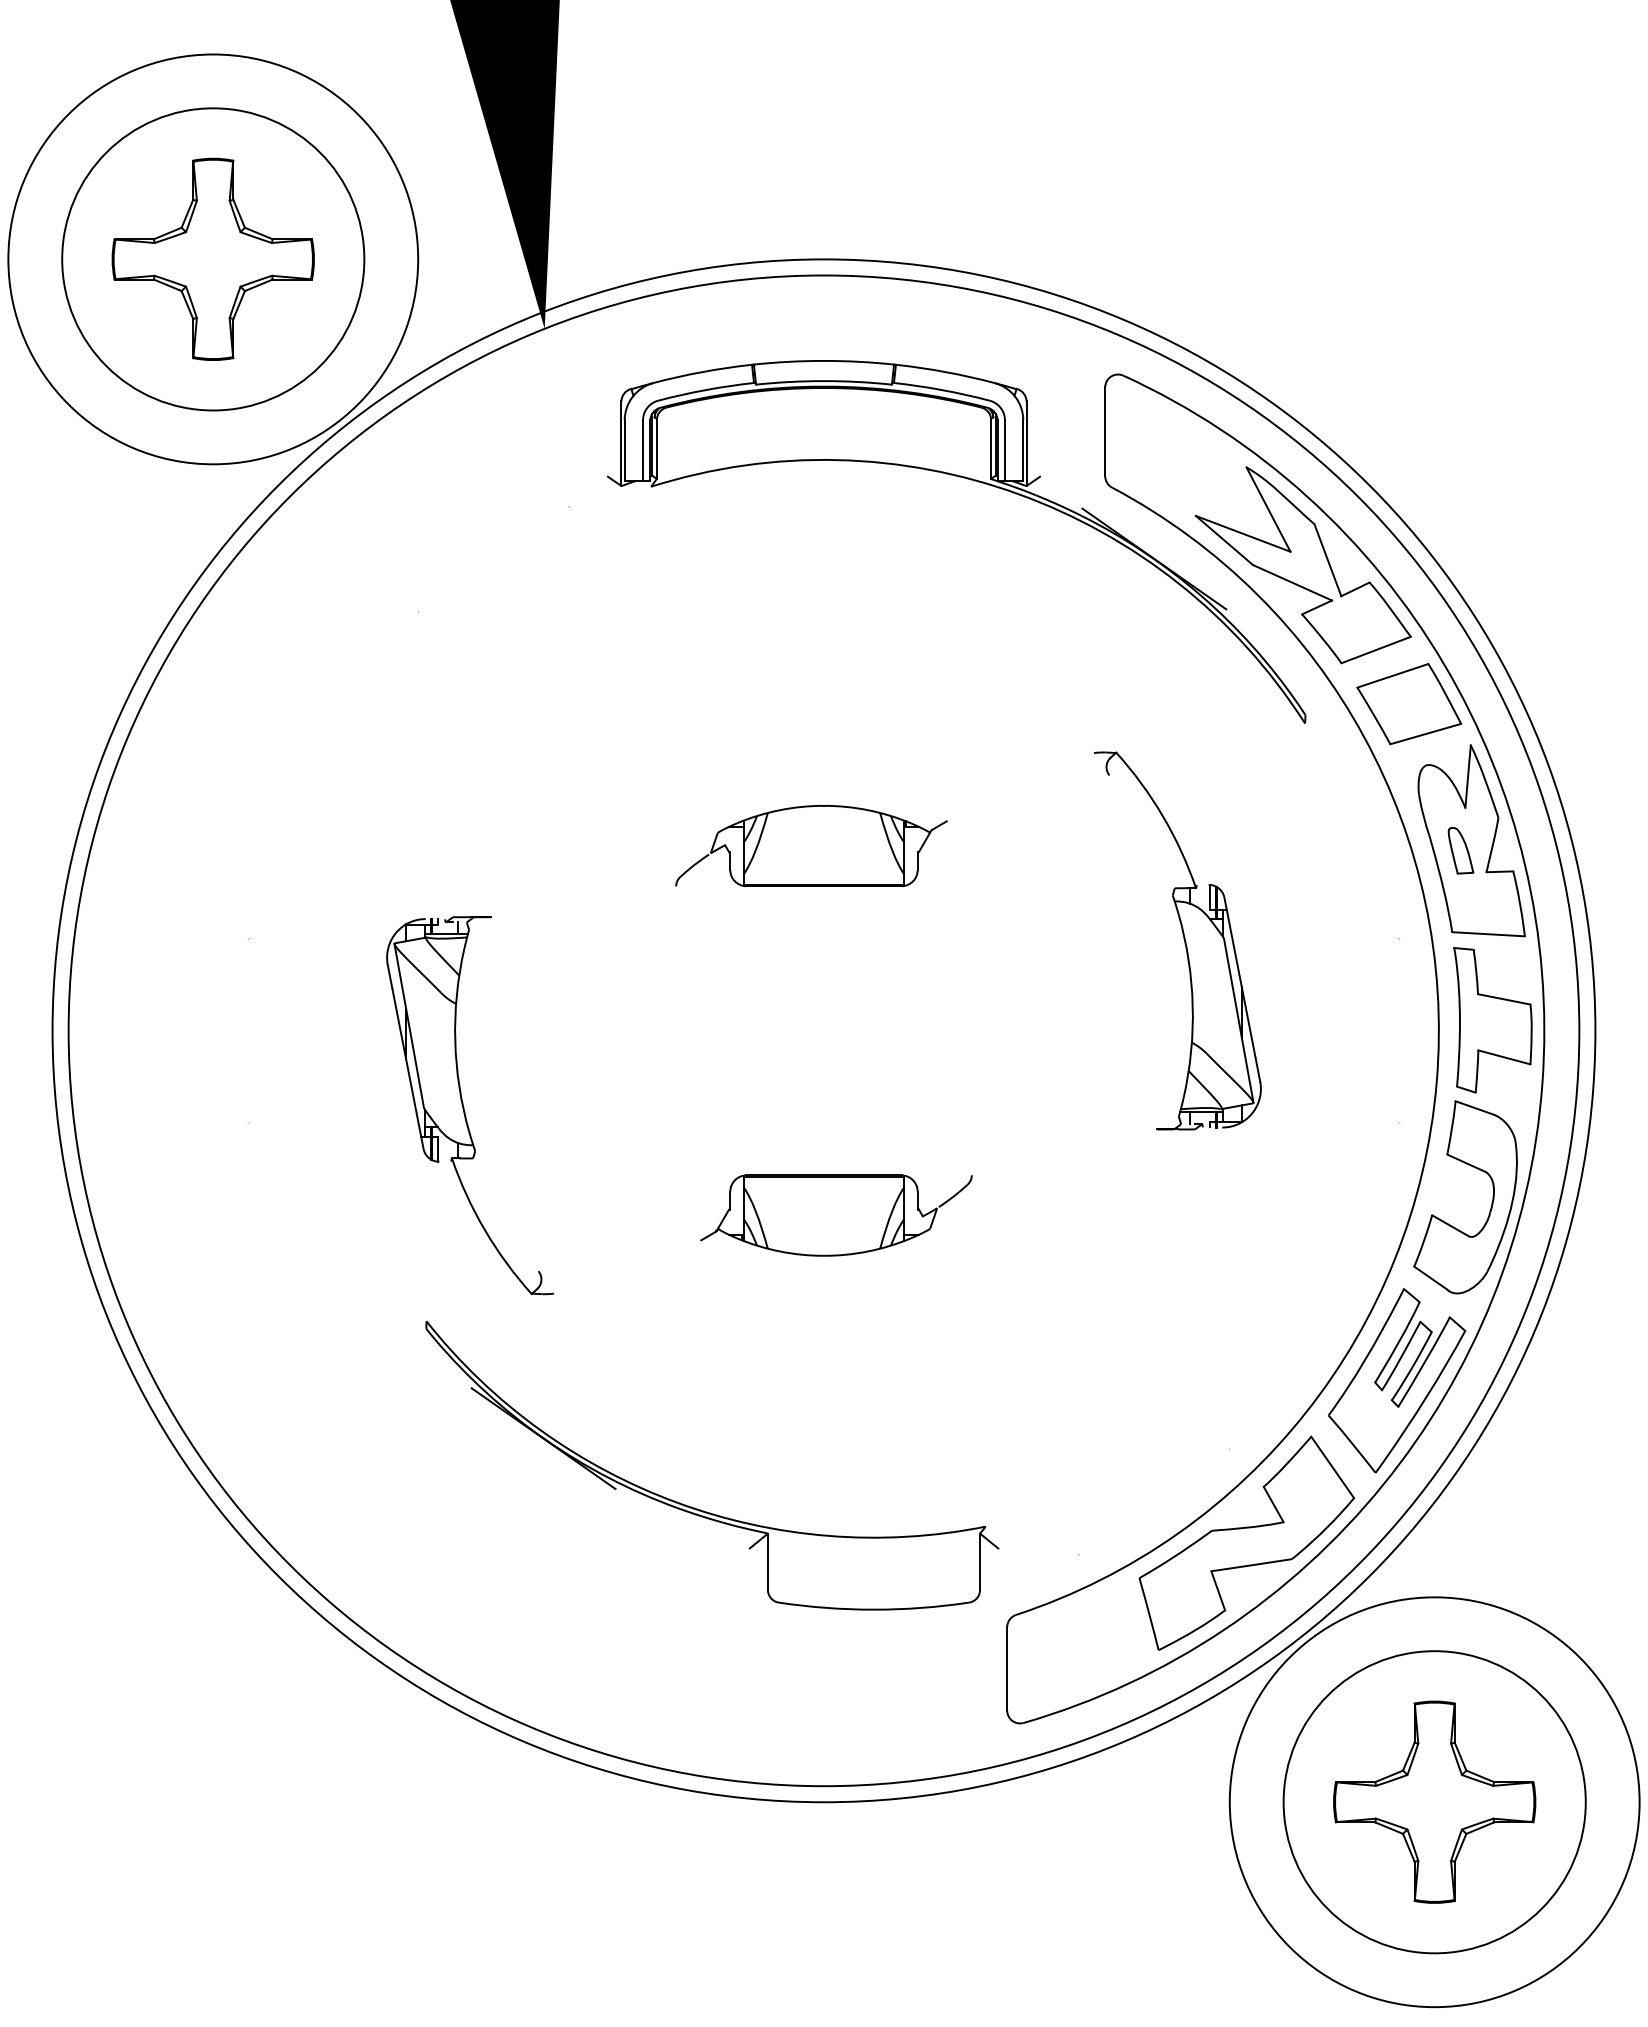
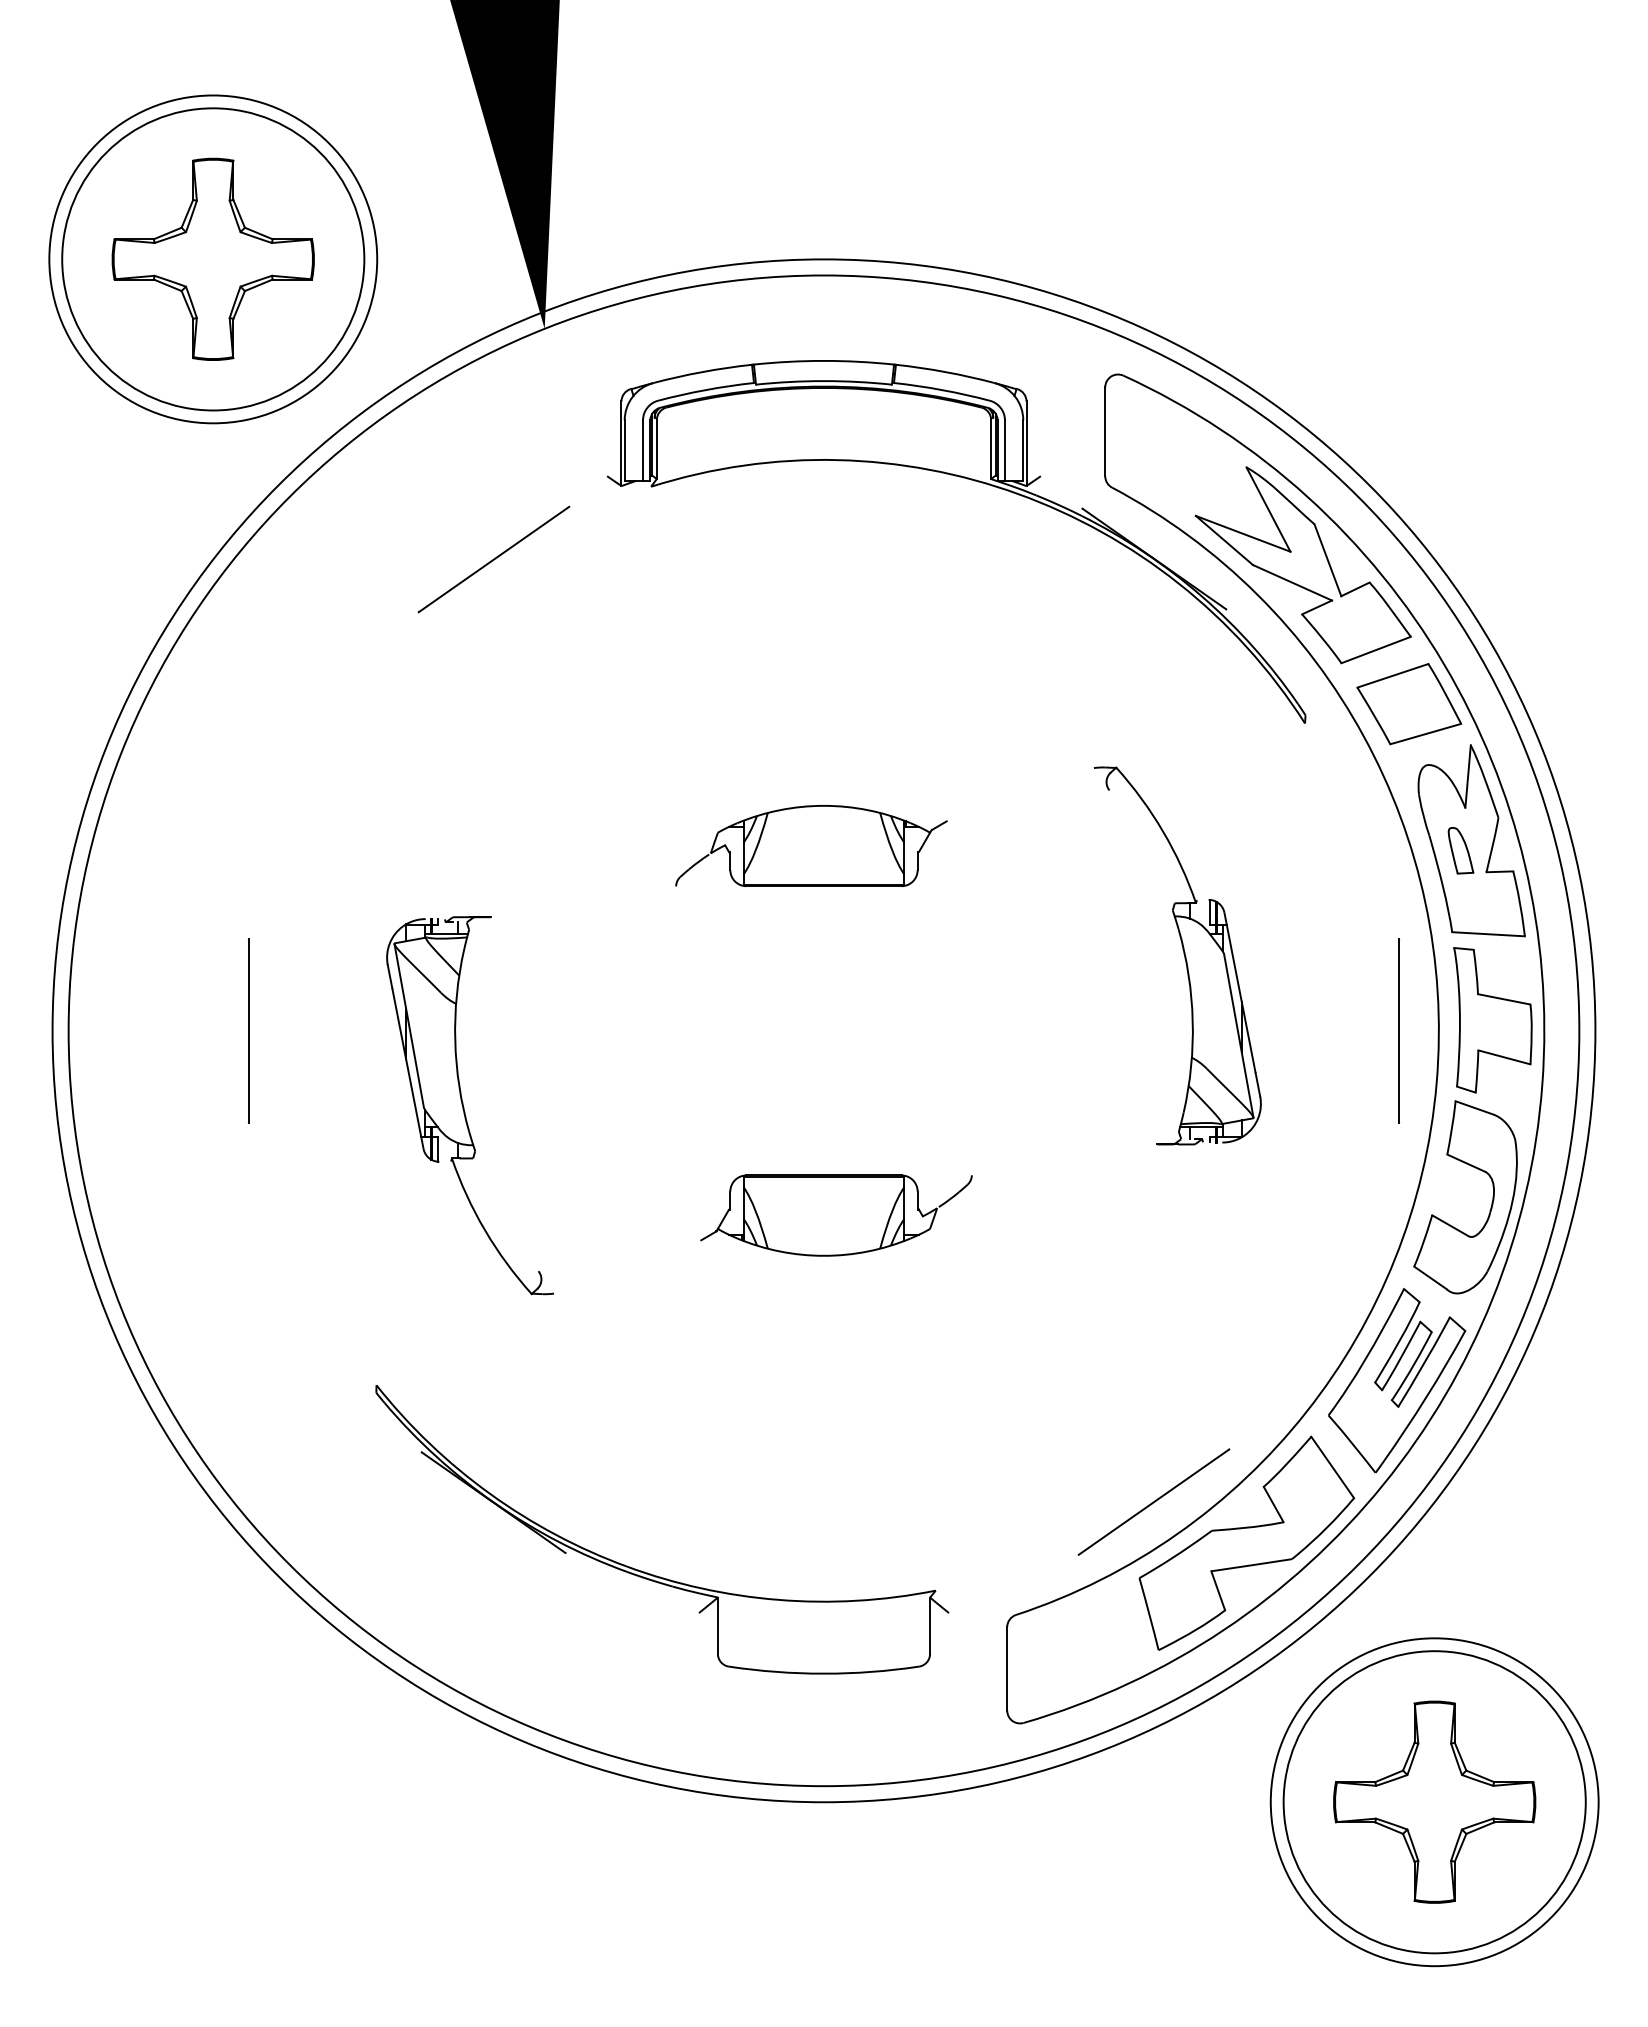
circle at (213, 259) diameter: 410 px -> 328 px
line at (493, 559): none -> present
part at (1183, 939) position: (1183, 939) -> (1183, 954)
line at (248, 1030): none -> present
line at (1399, 1030): none -> present
line at (1153, 1501): none -> present
part at (697, 1508) position: (697, 1508) -> (647, 1572)
circle at (1434, 1802) diameter: 410 px -> 328 px
